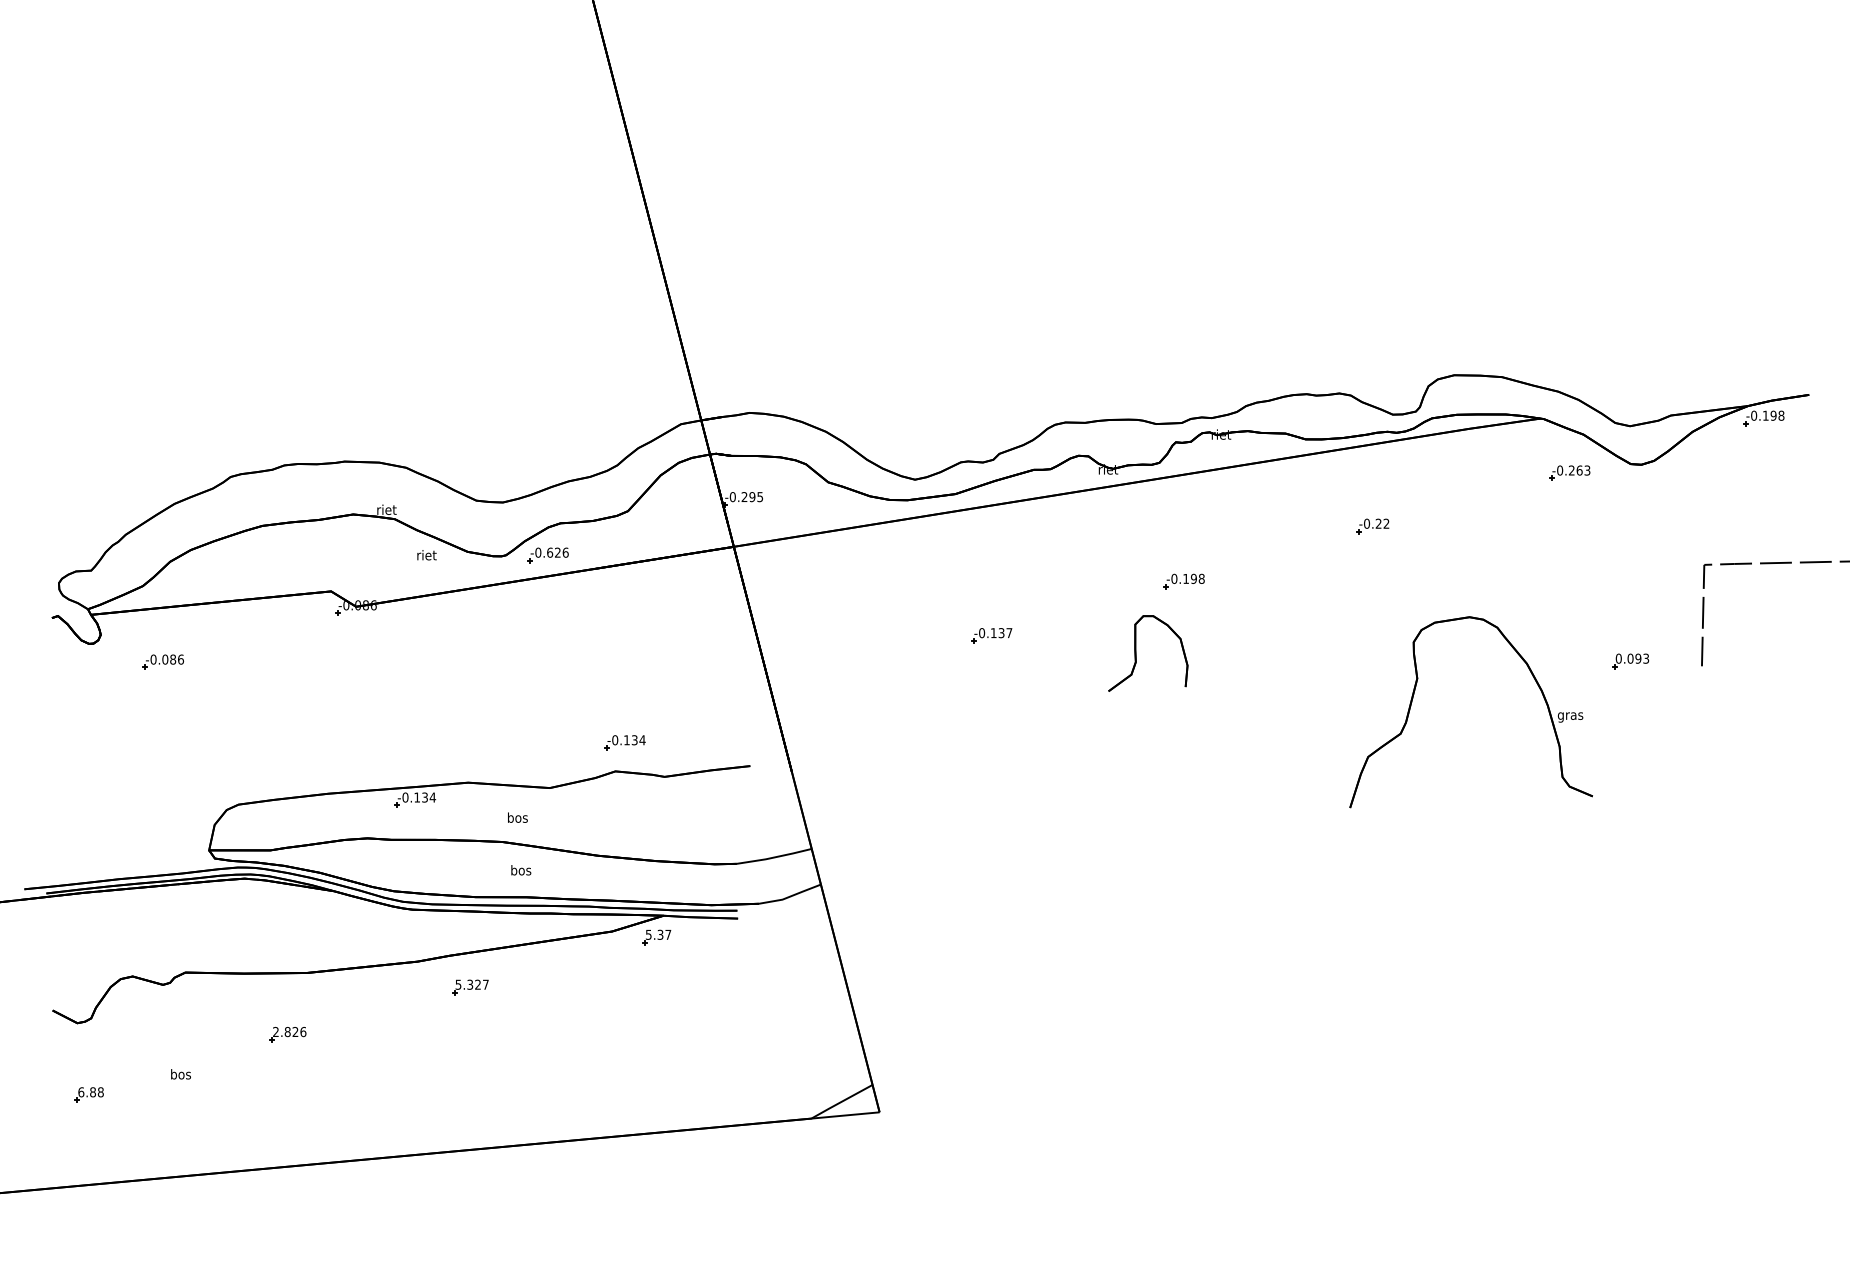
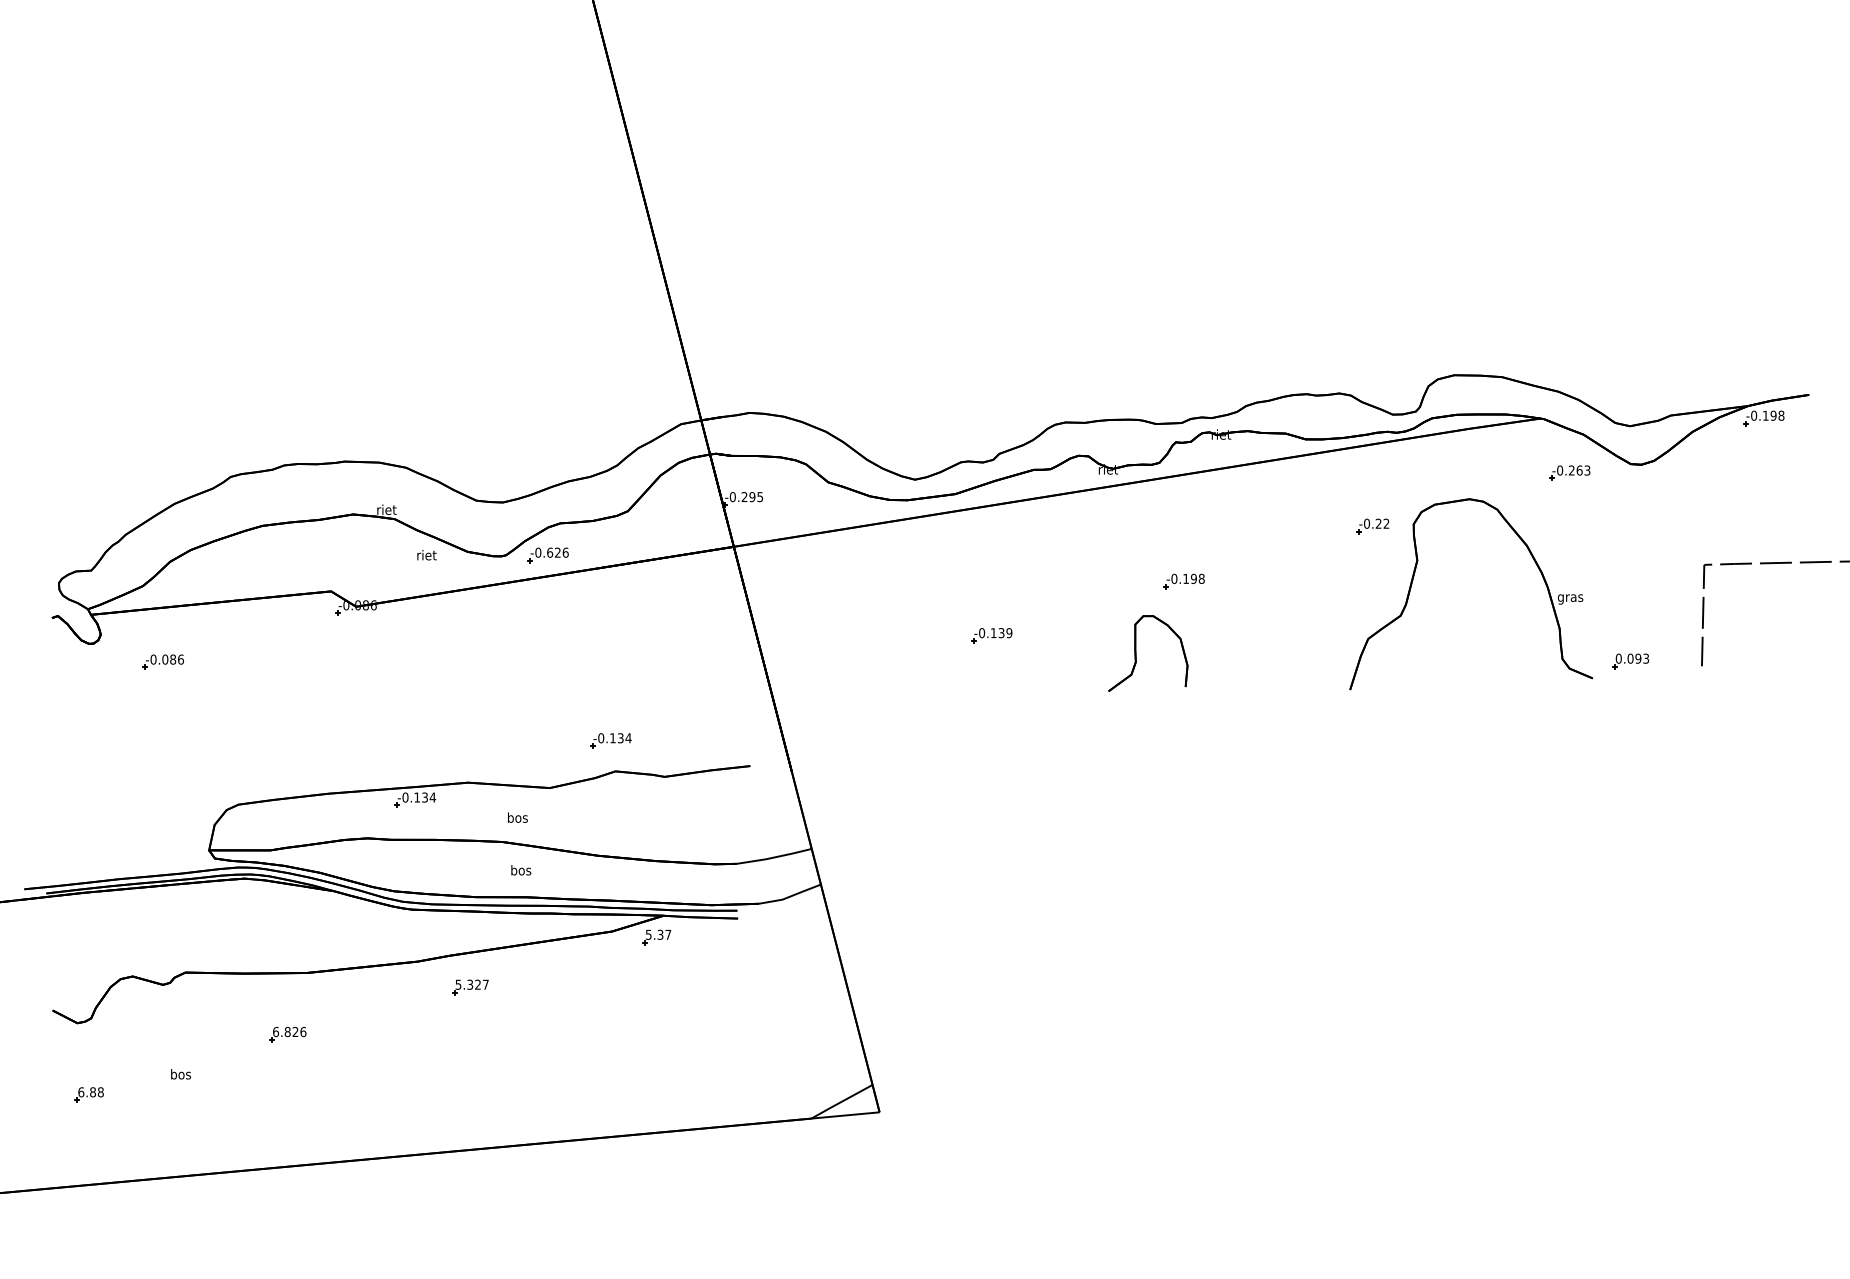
text at (1009, 633): -0.137 -> -0.139
part at (1413, 698) position: (1413, 698) -> (1413, 580)
part at (624, 742) position: (624, 742) -> (610, 740)
text at (276, 1031): 2.826 -> 6.826
